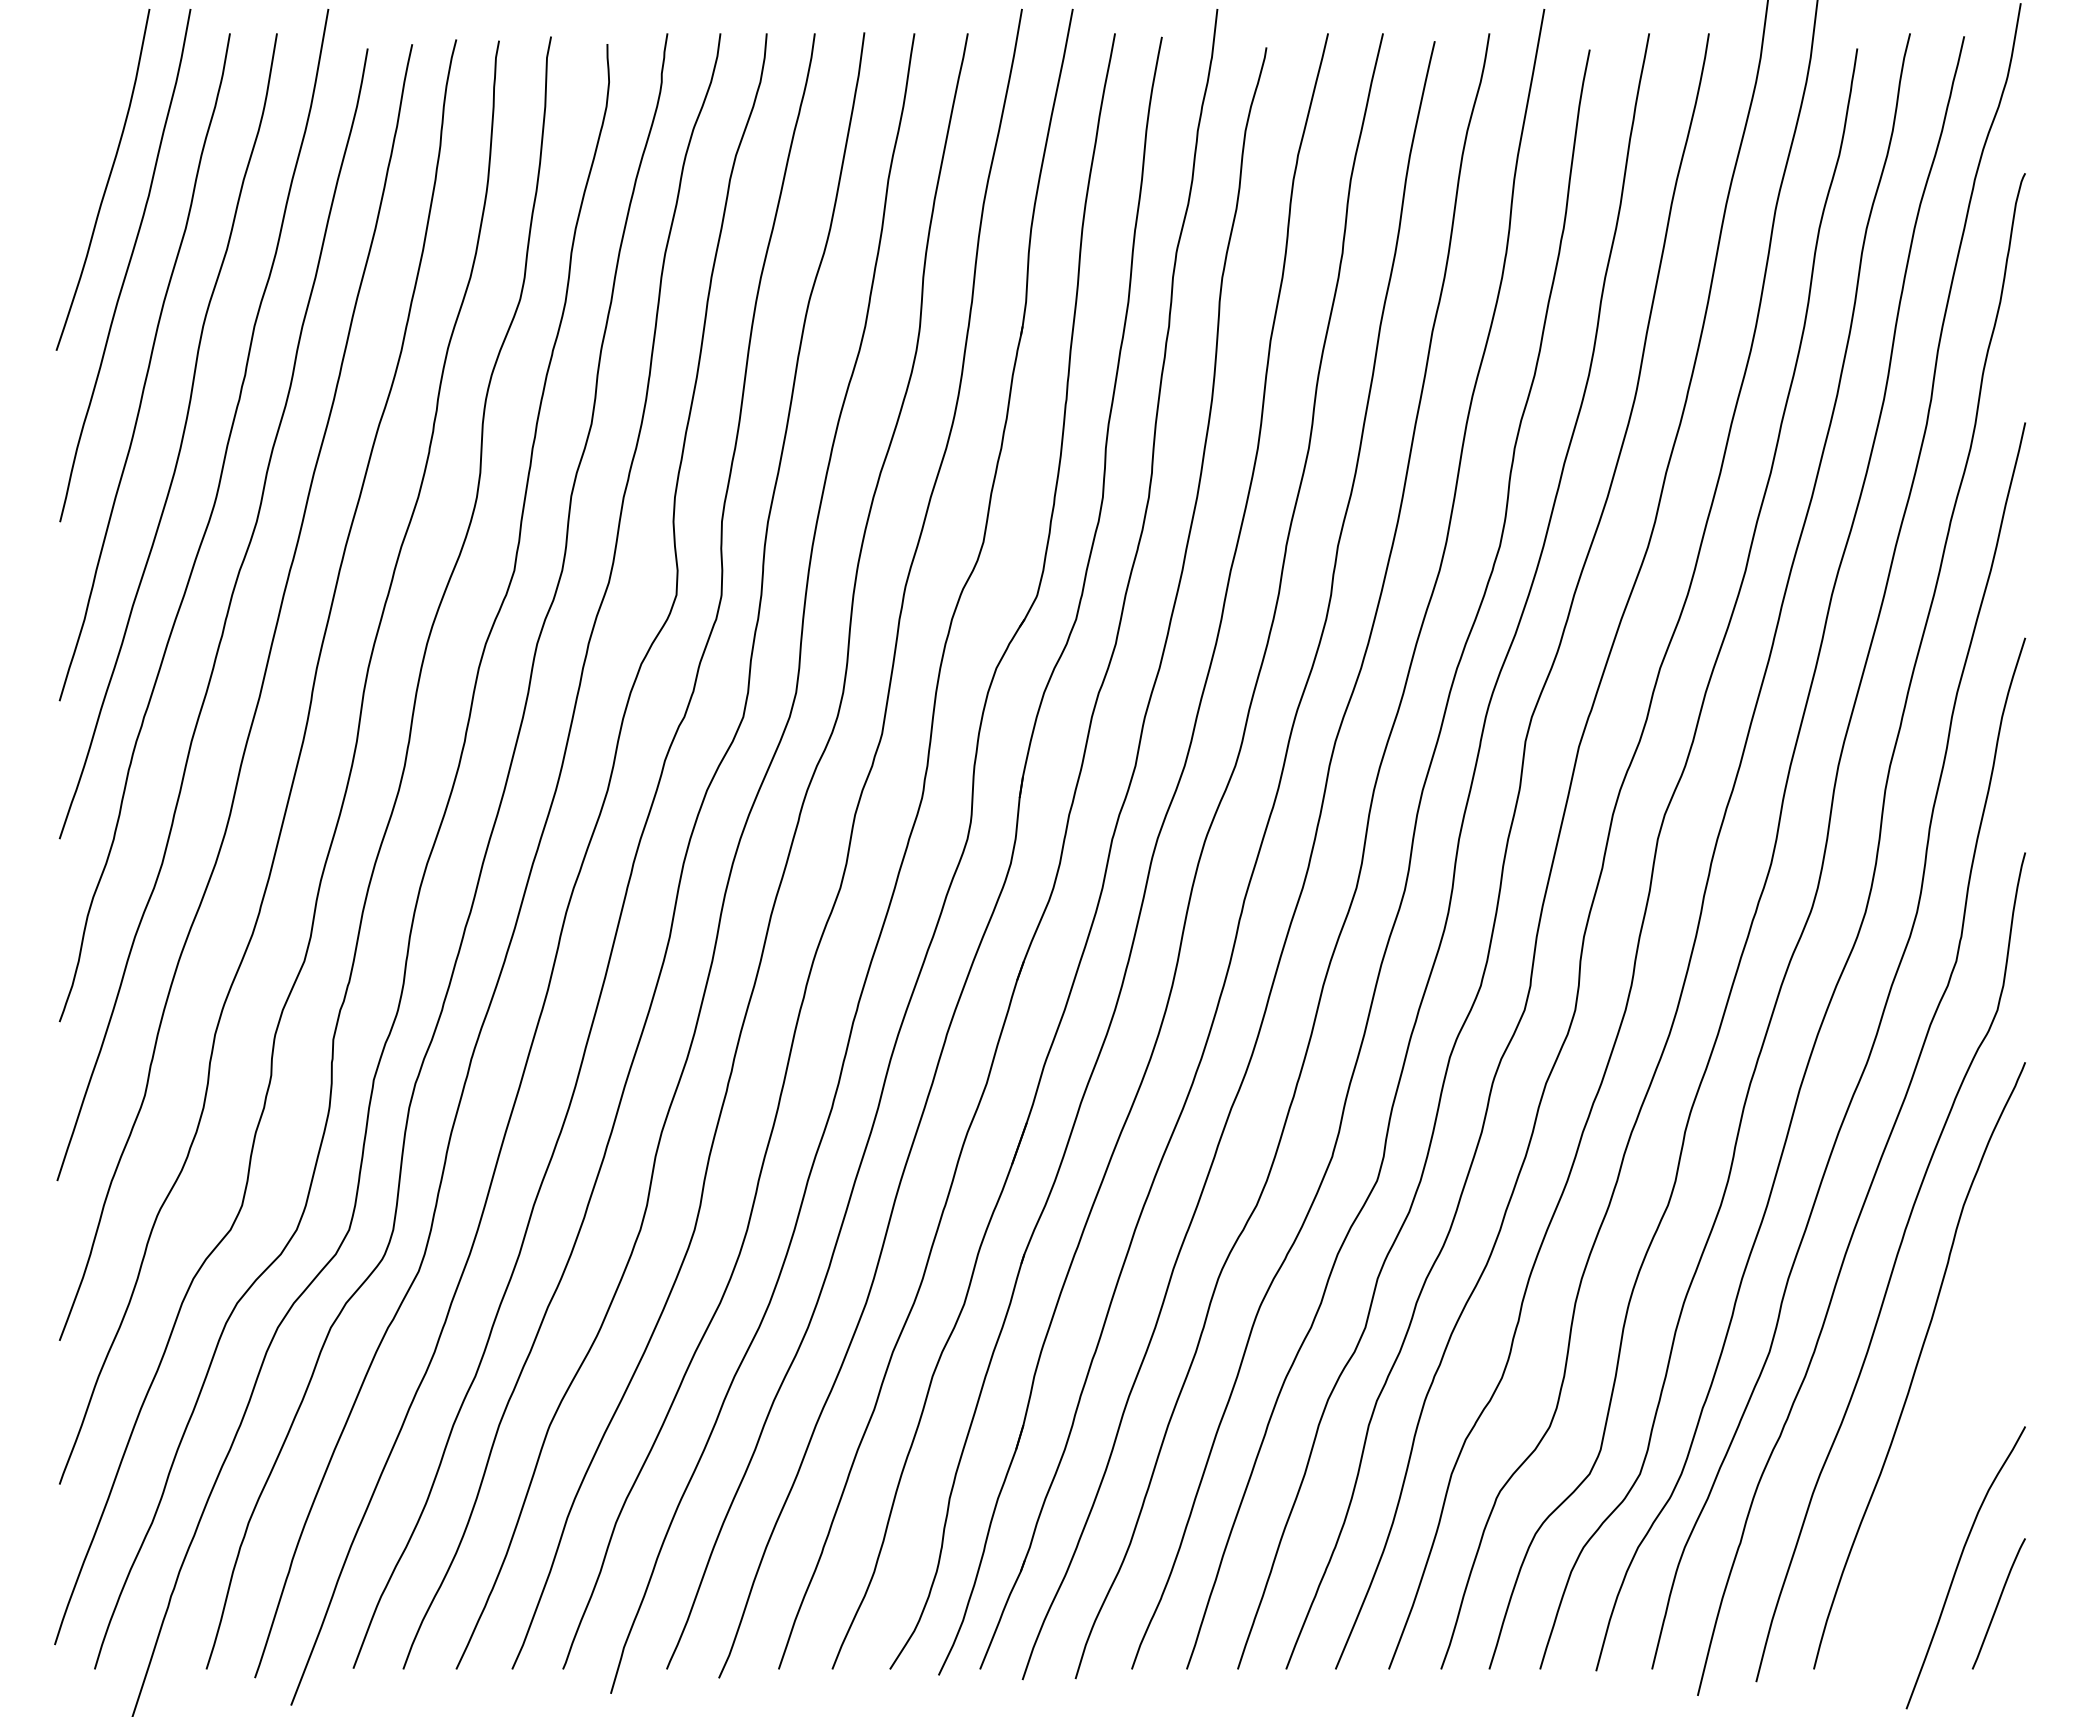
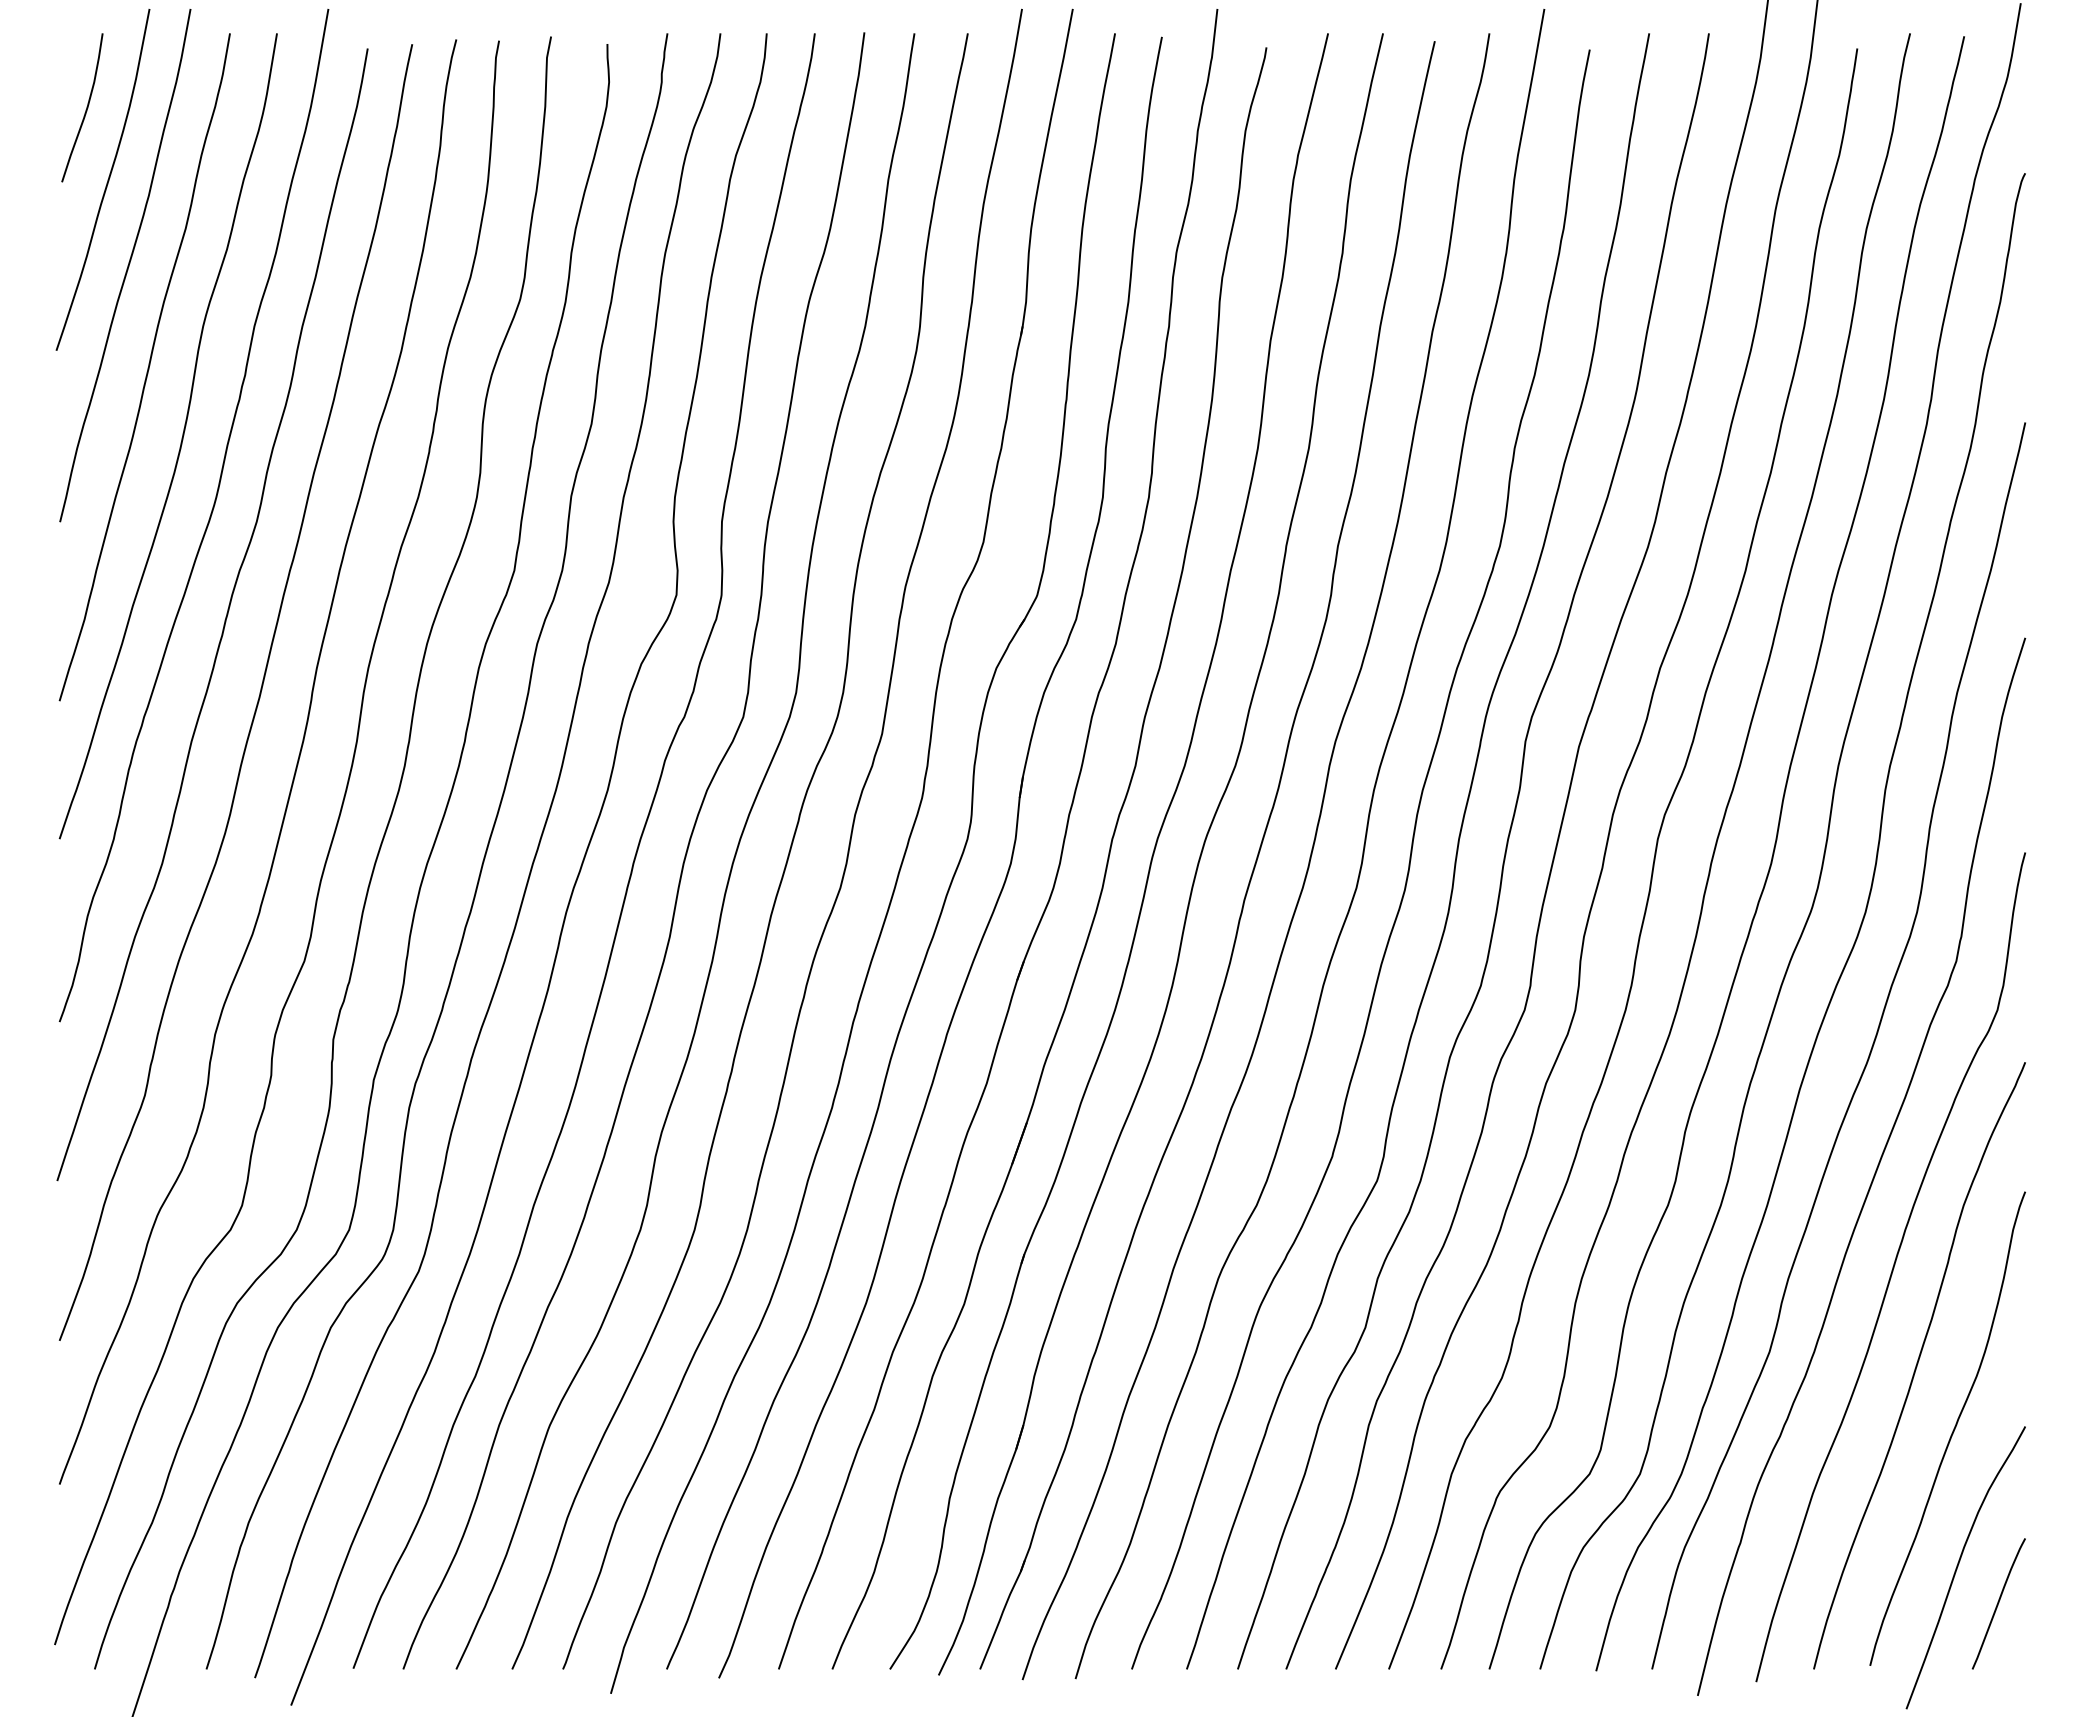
curve at (85, 109): none -> present
curve at (1952, 1430): none -> present
